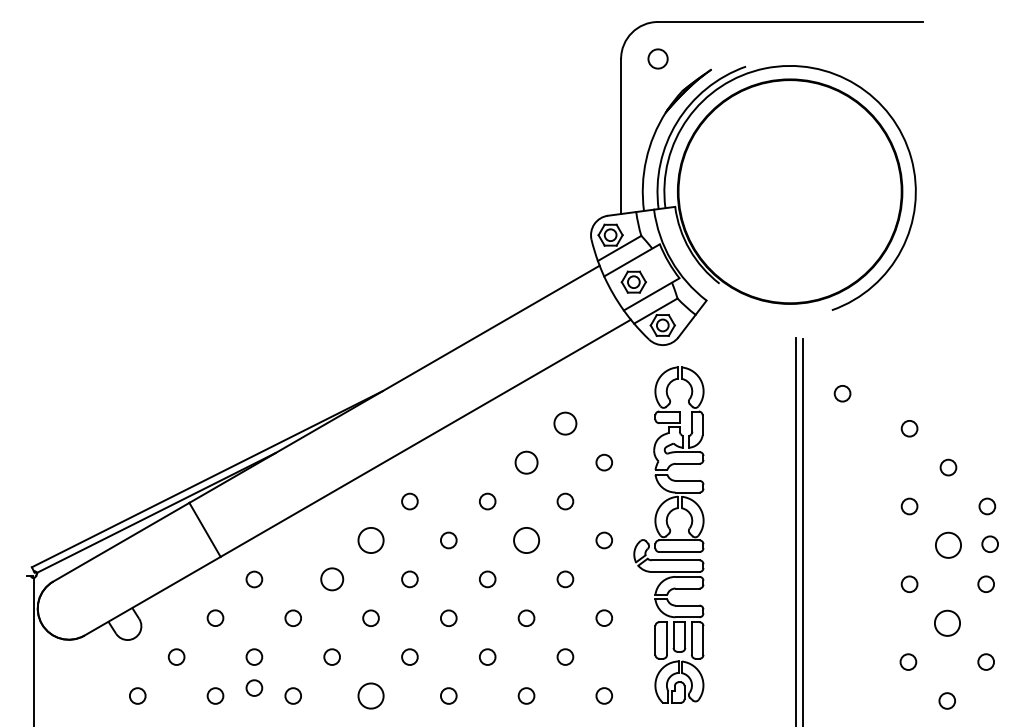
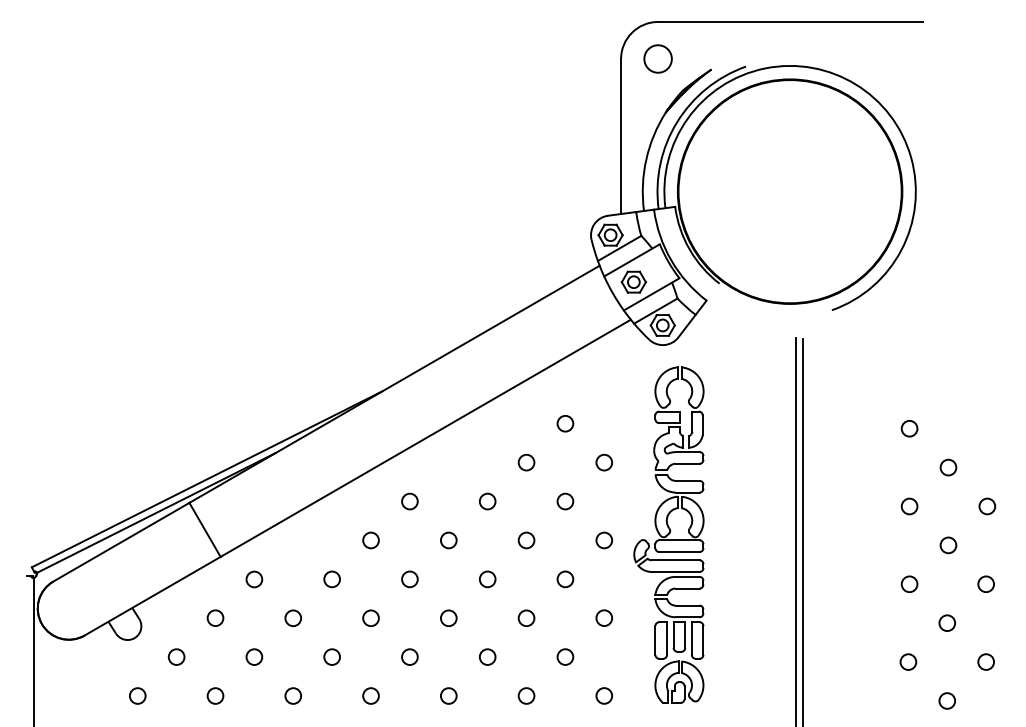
circle at (657, 58) size: 22x22 px -> 30x30 px
circle at (842, 393): present -> none
circle at (565, 423) size: 25x25 px -> 19x18 px
circle at (526, 462) size: 25x25 px -> 19x19 px
circle at (370, 540) size: 28x27 px -> 18x19 px
circle at (526, 540) size: 28x27 px -> 19x19 px
circle at (989, 543): present -> none
circle at (948, 544) size: 27x28 px -> 19x19 px
circle at (332, 579) size: 25x25 px -> 18x19 px
circle at (947, 622) size: 27x28 px -> 18x18 px
circle at (254, 687): present -> none
circle at (370, 695) size: 28x28 px -> 18x18 px
